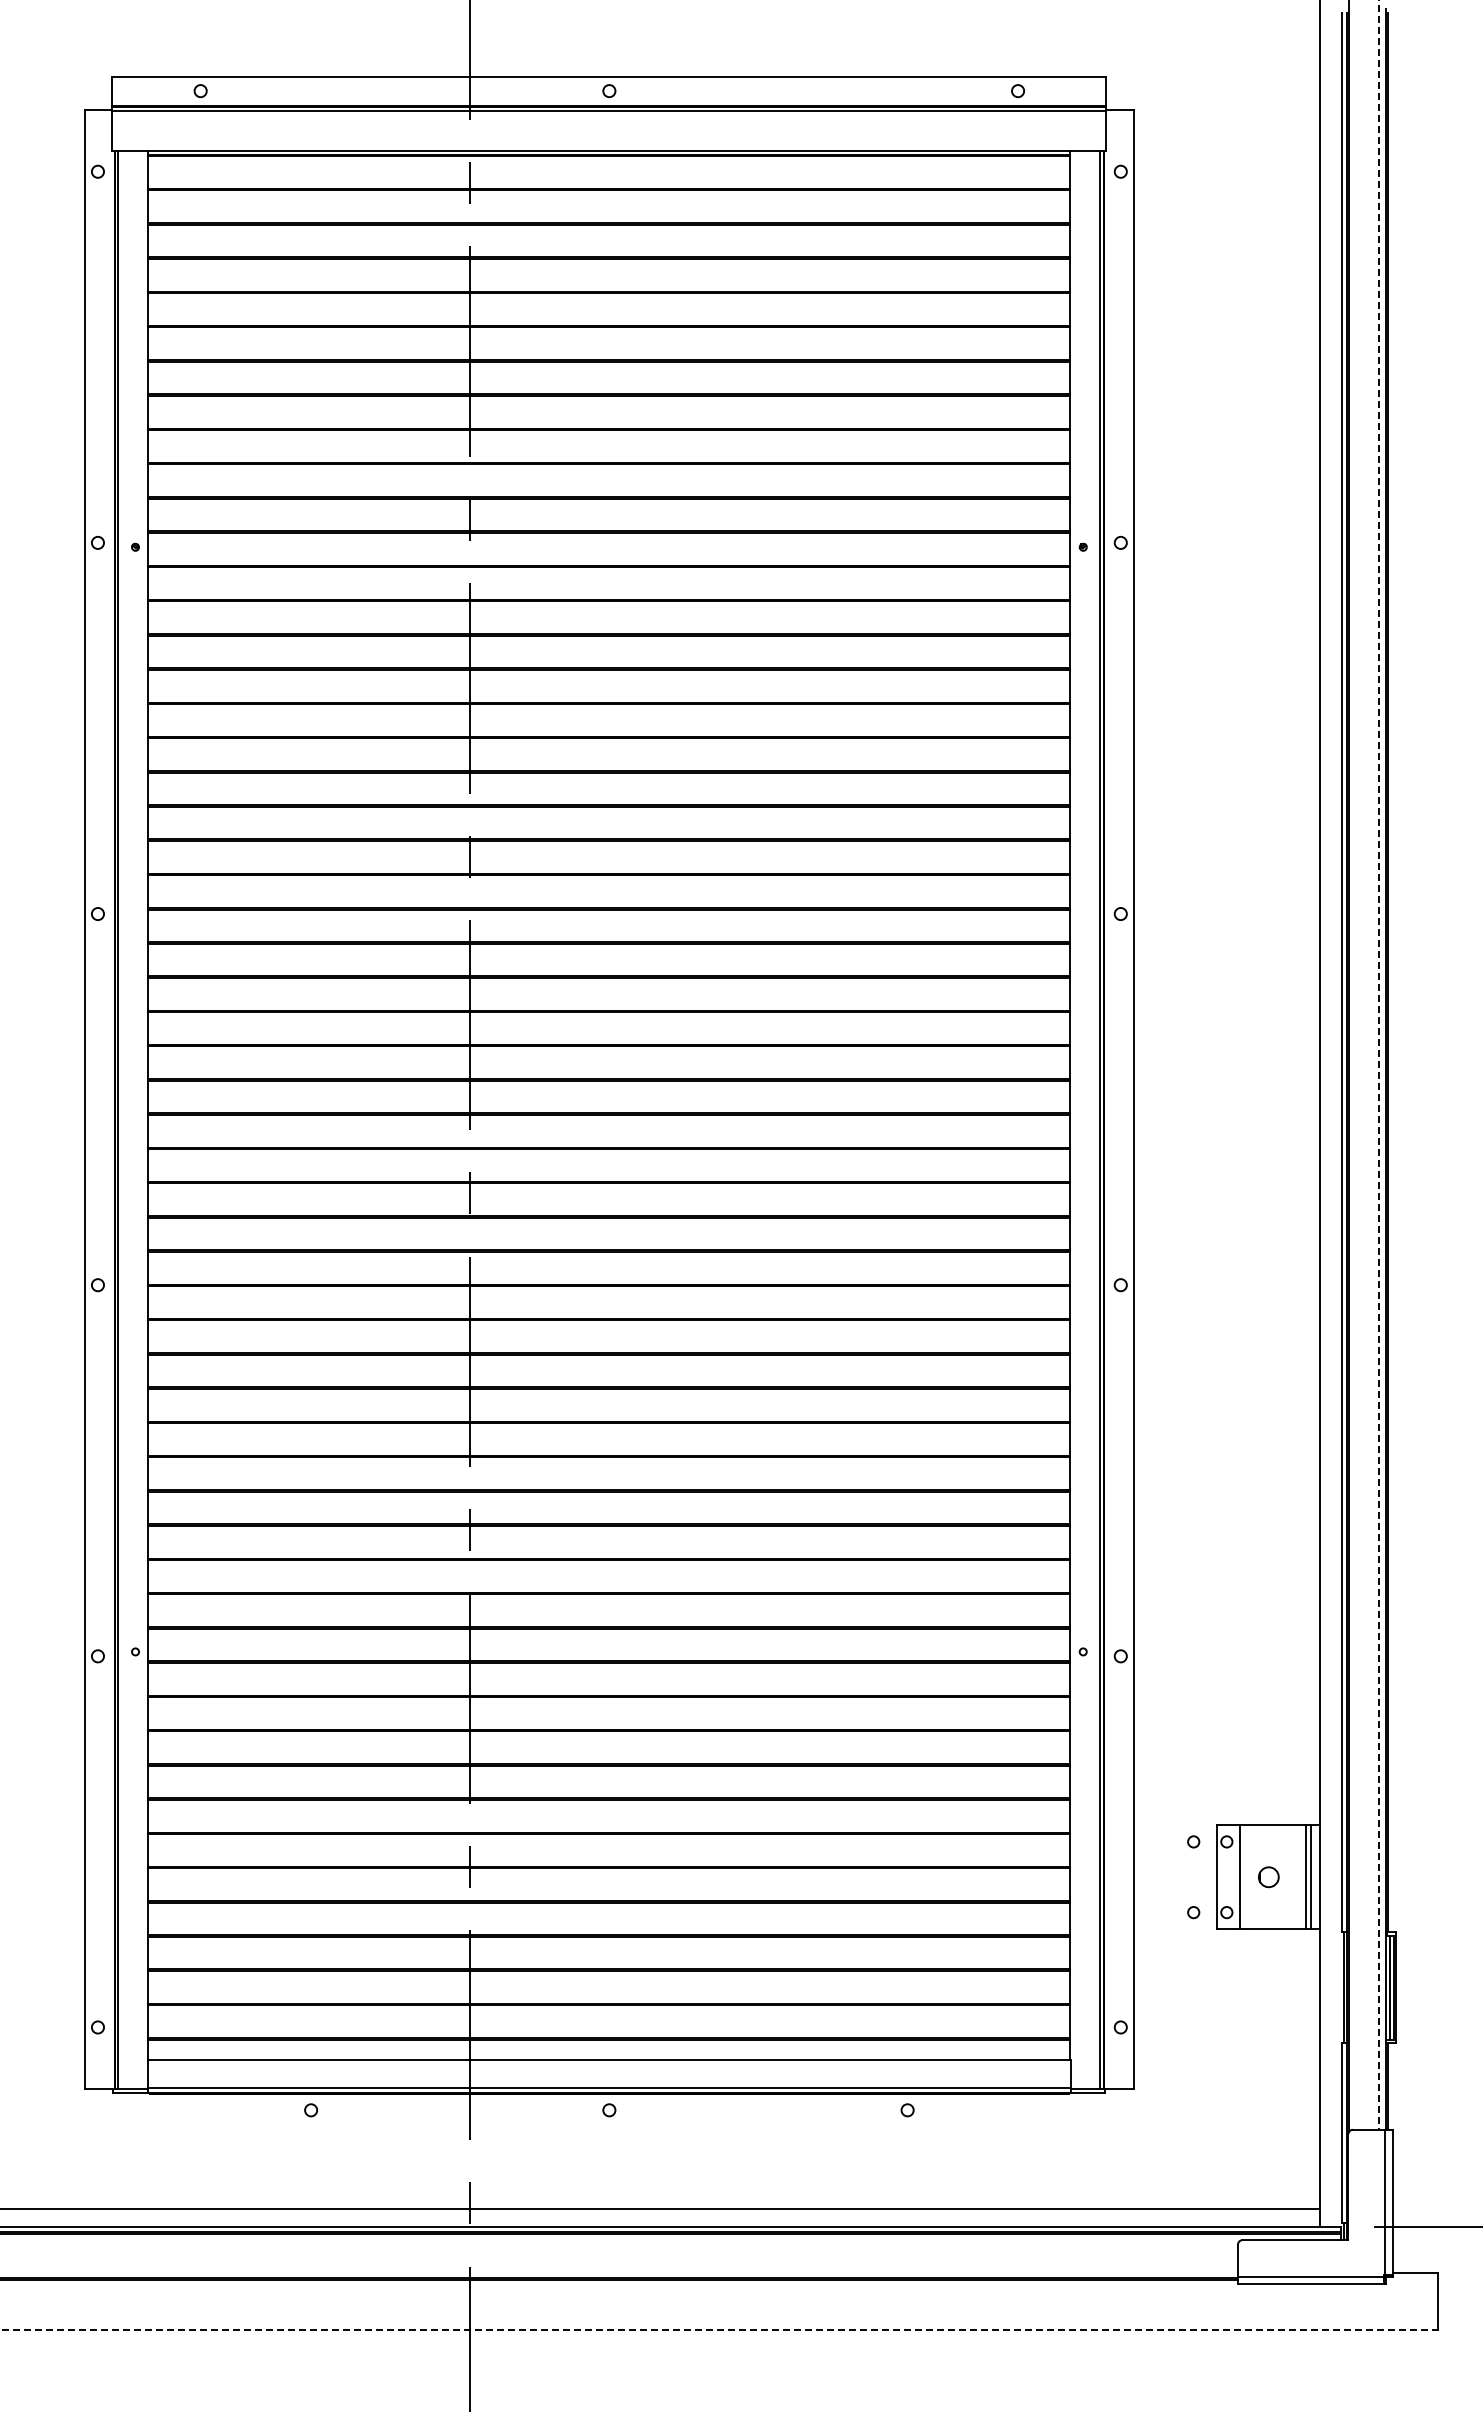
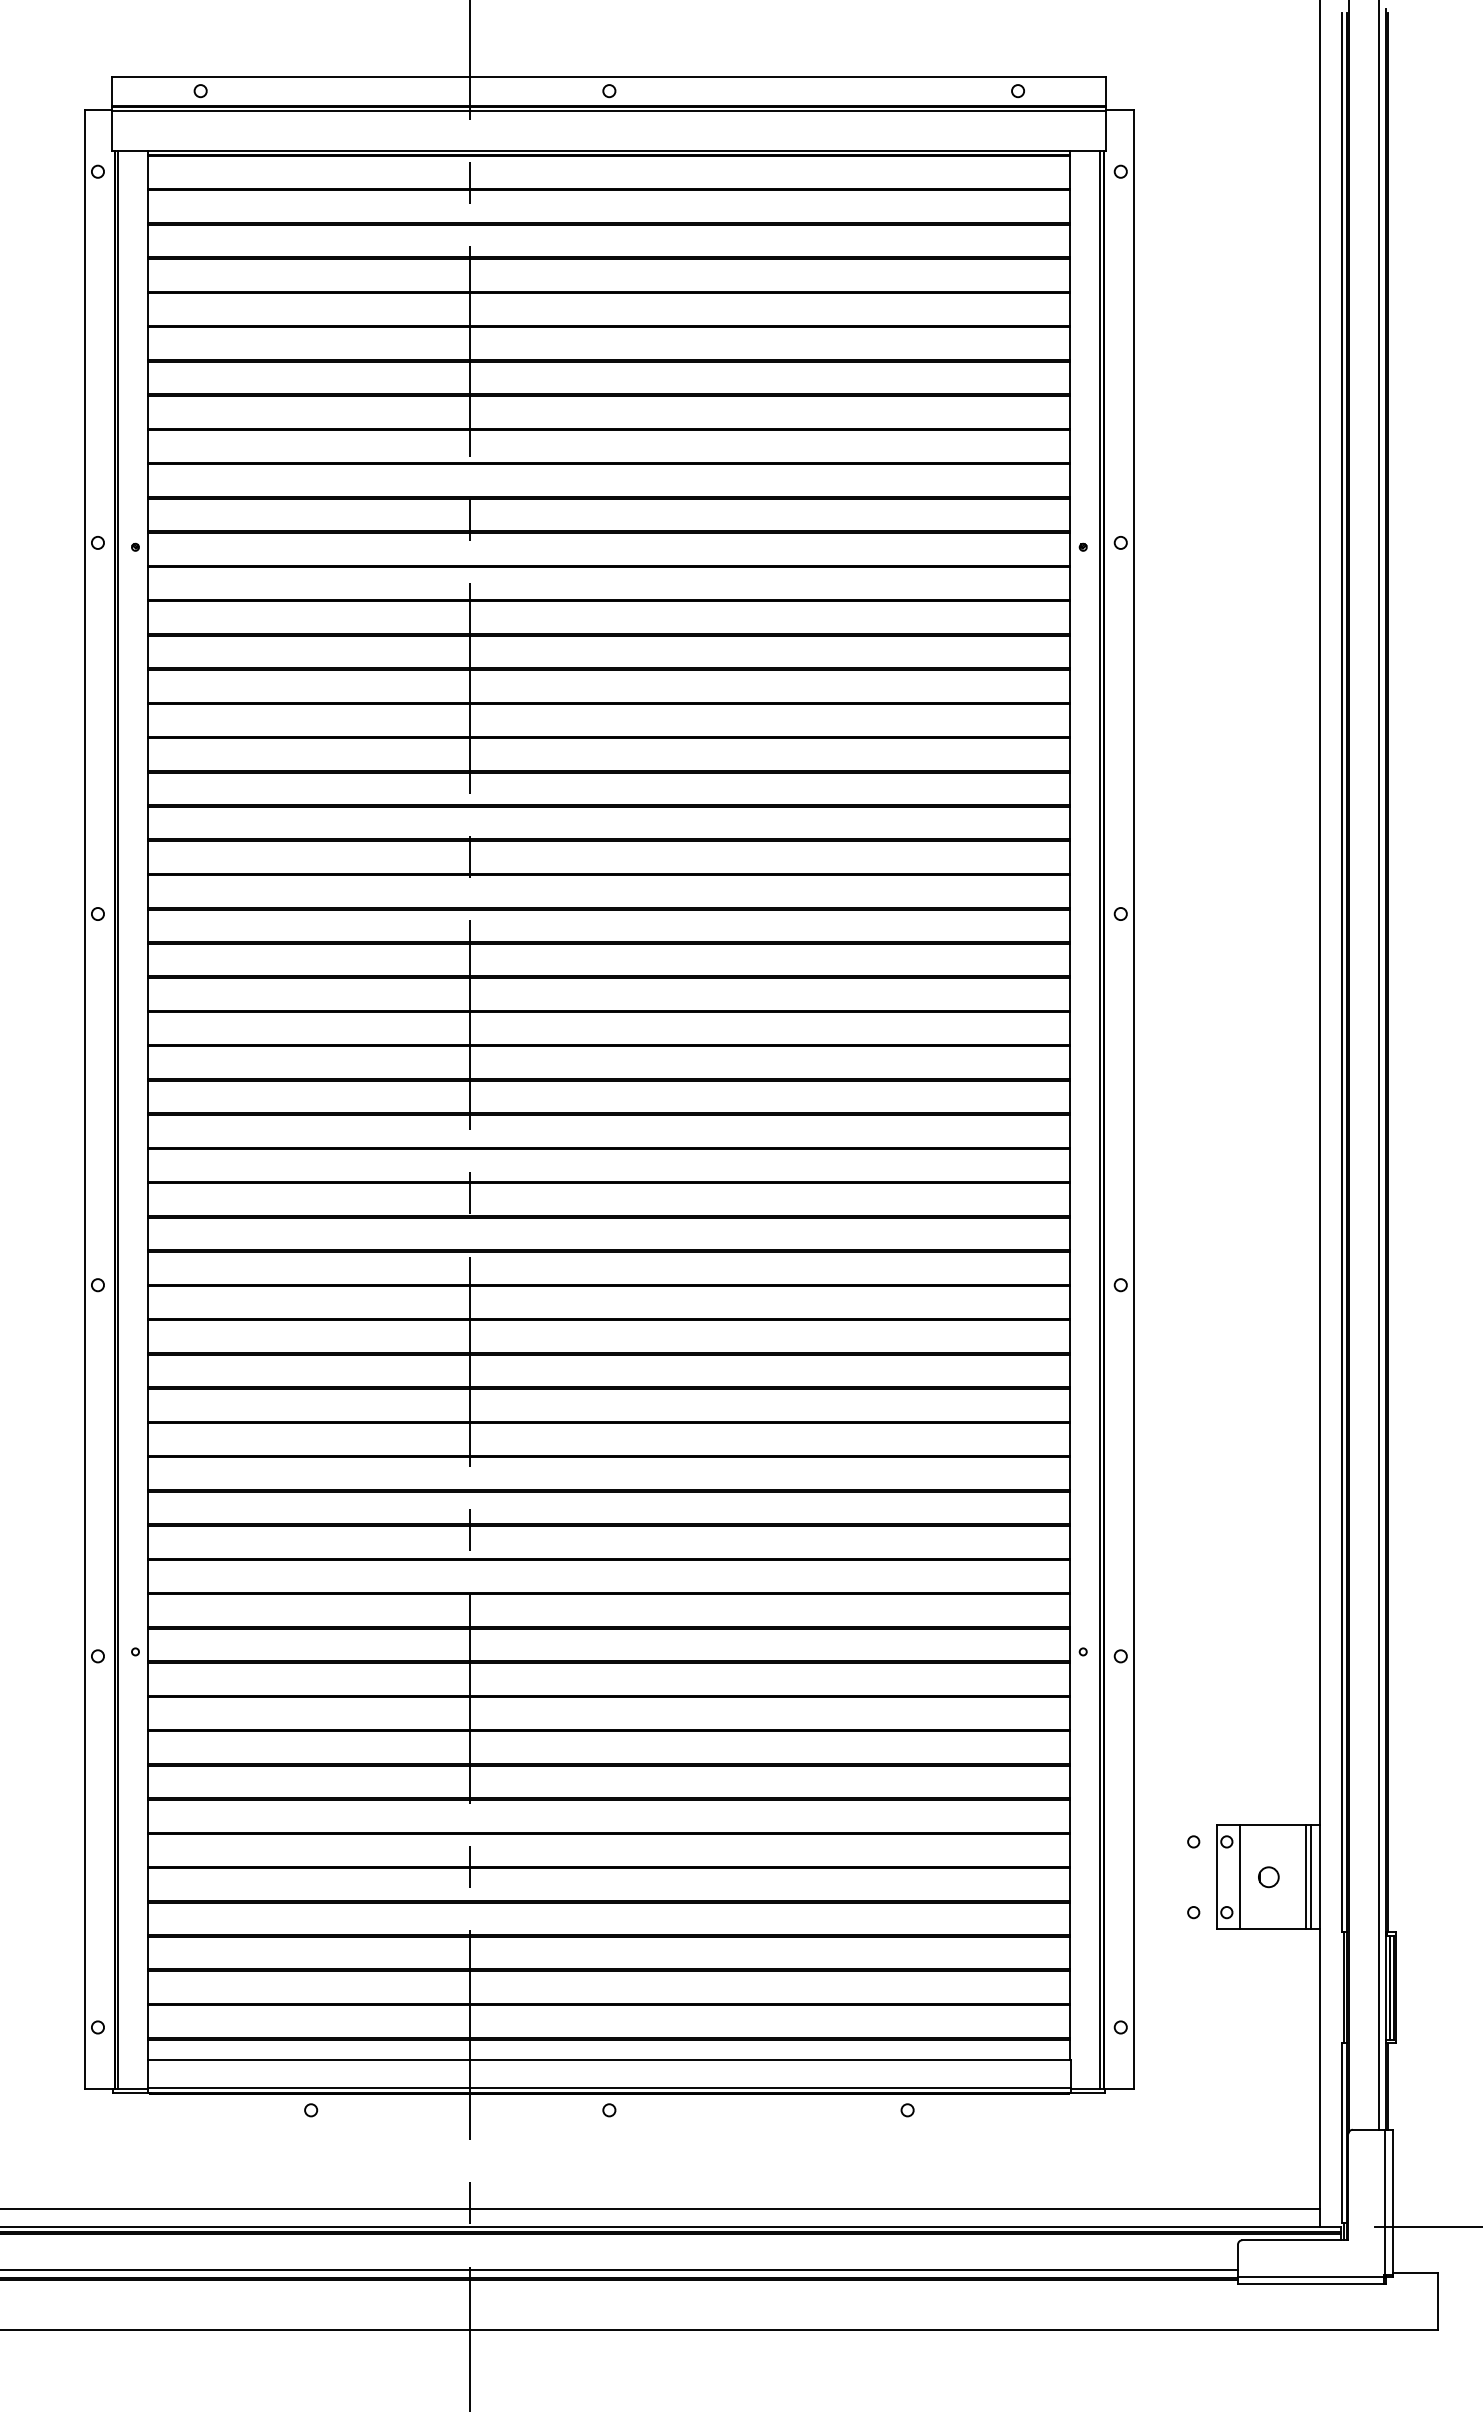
line at (1378, 1064): dashed -> solid
line at (620, 2270): none -> present
line at (719, 2330): dashed -> solid
